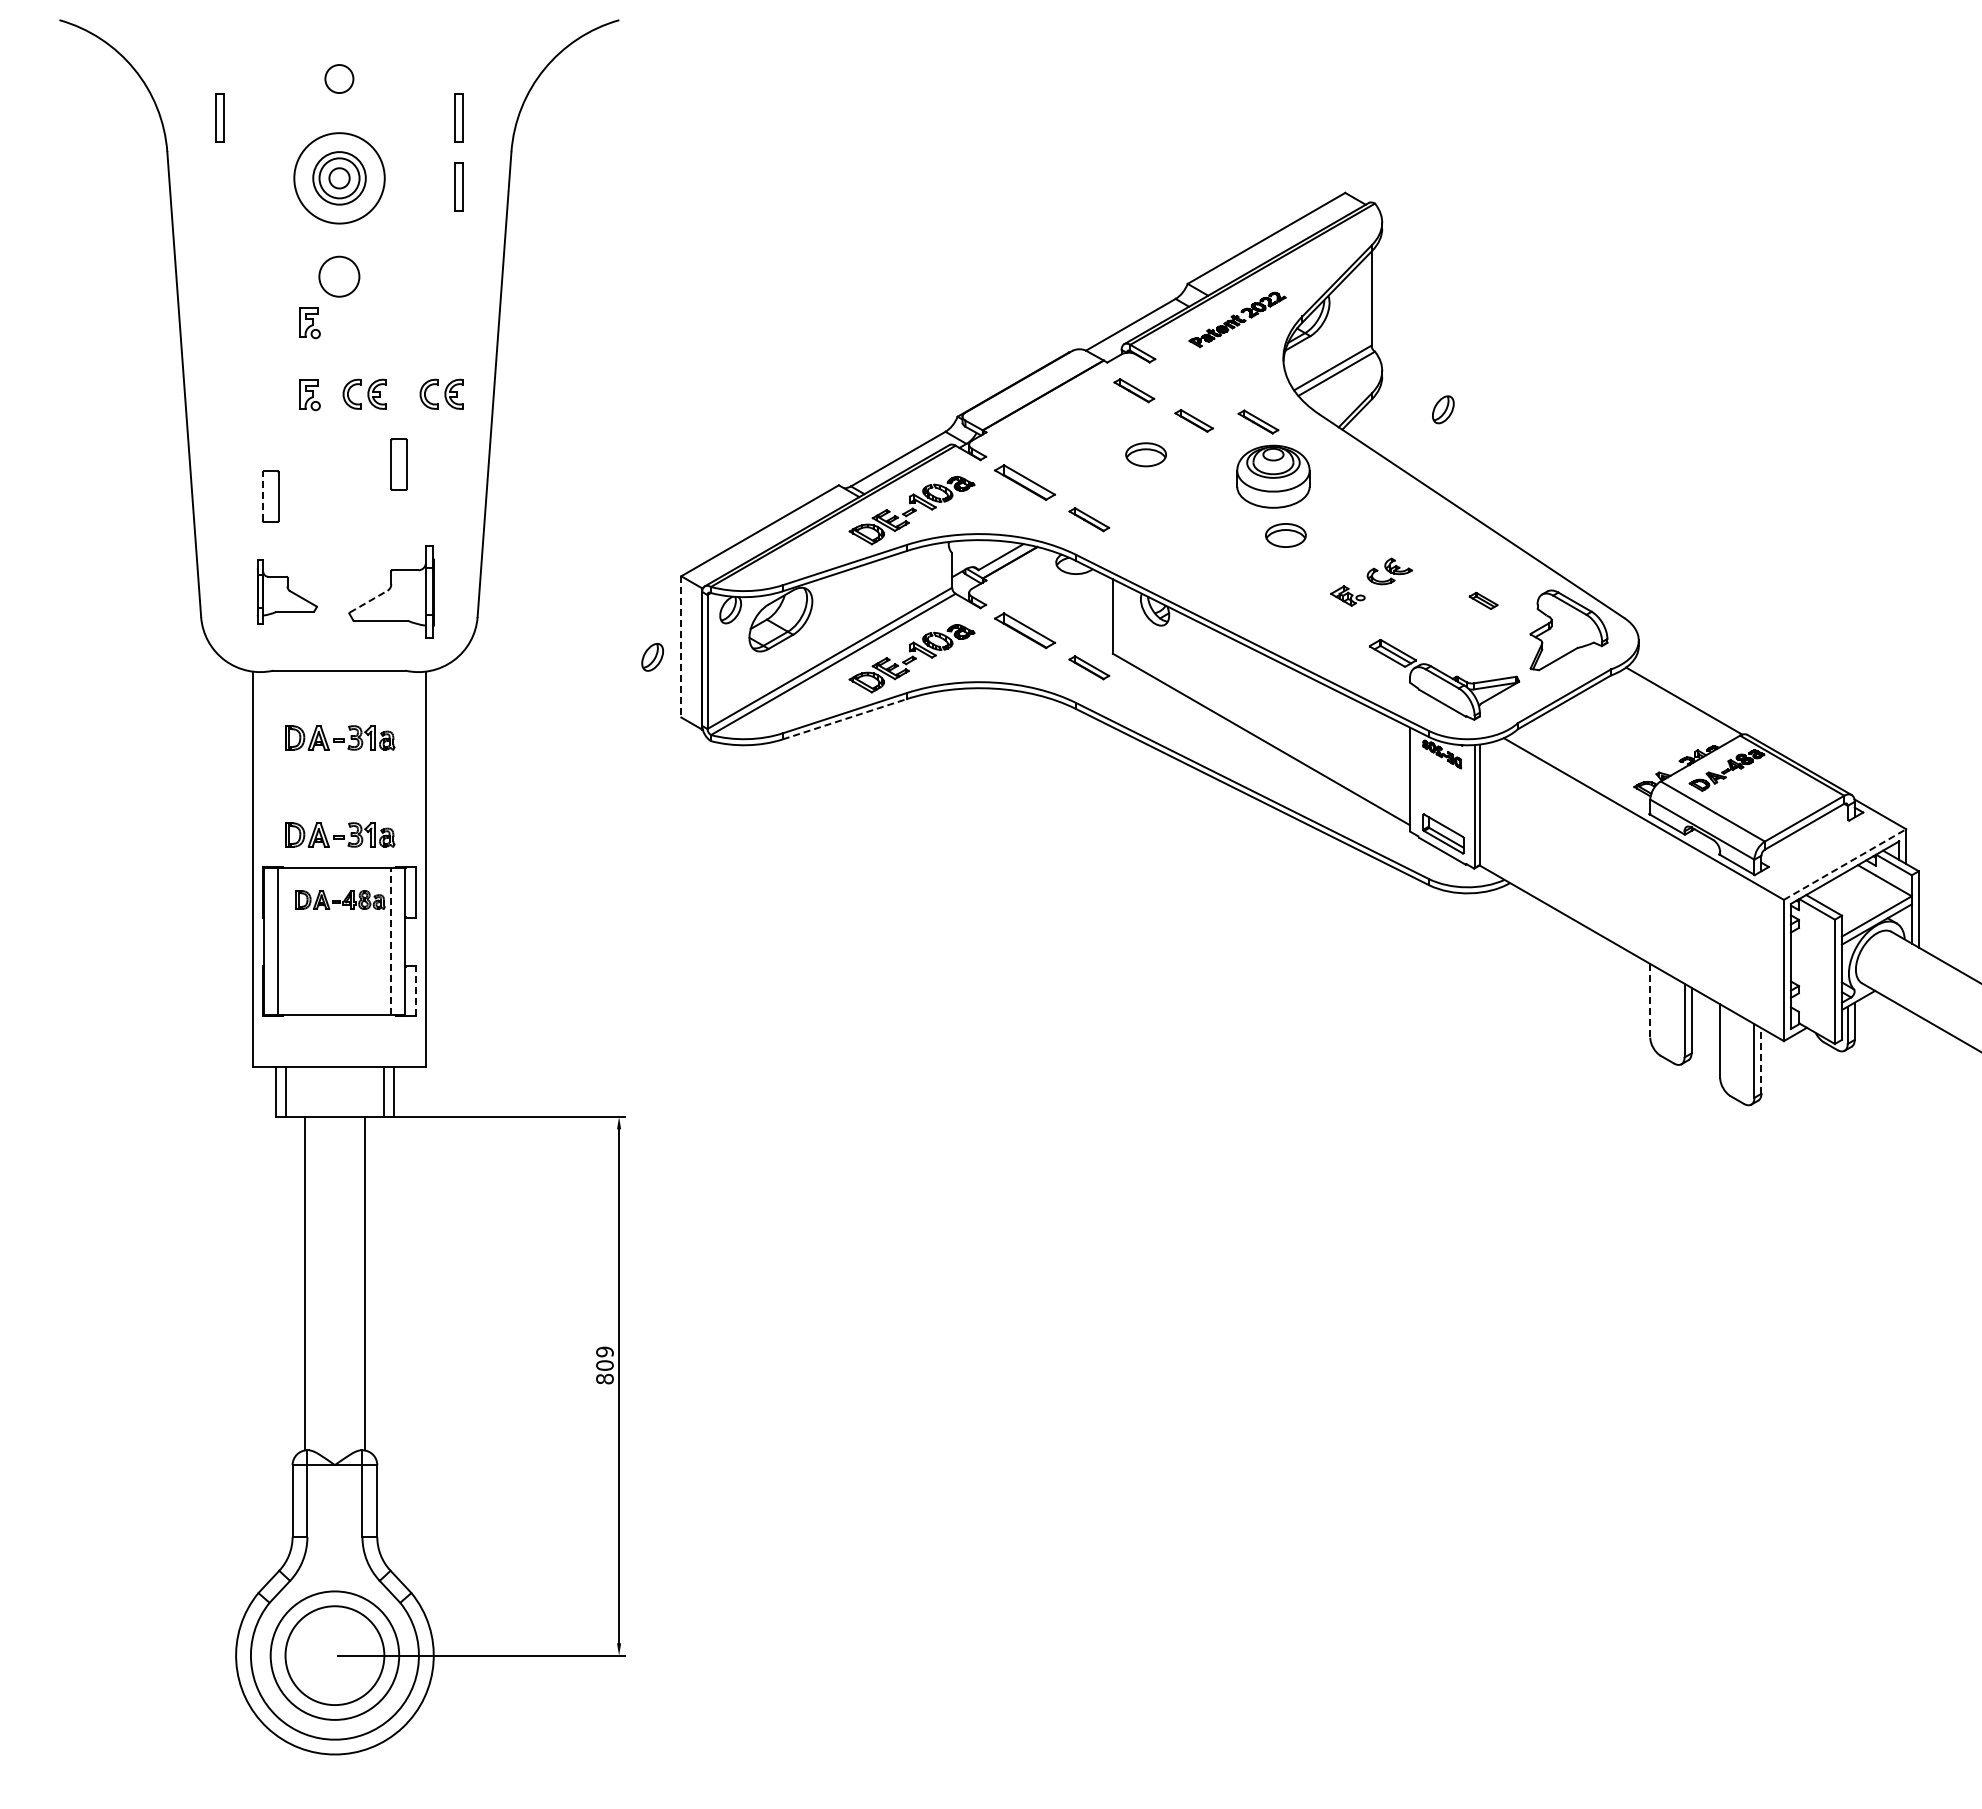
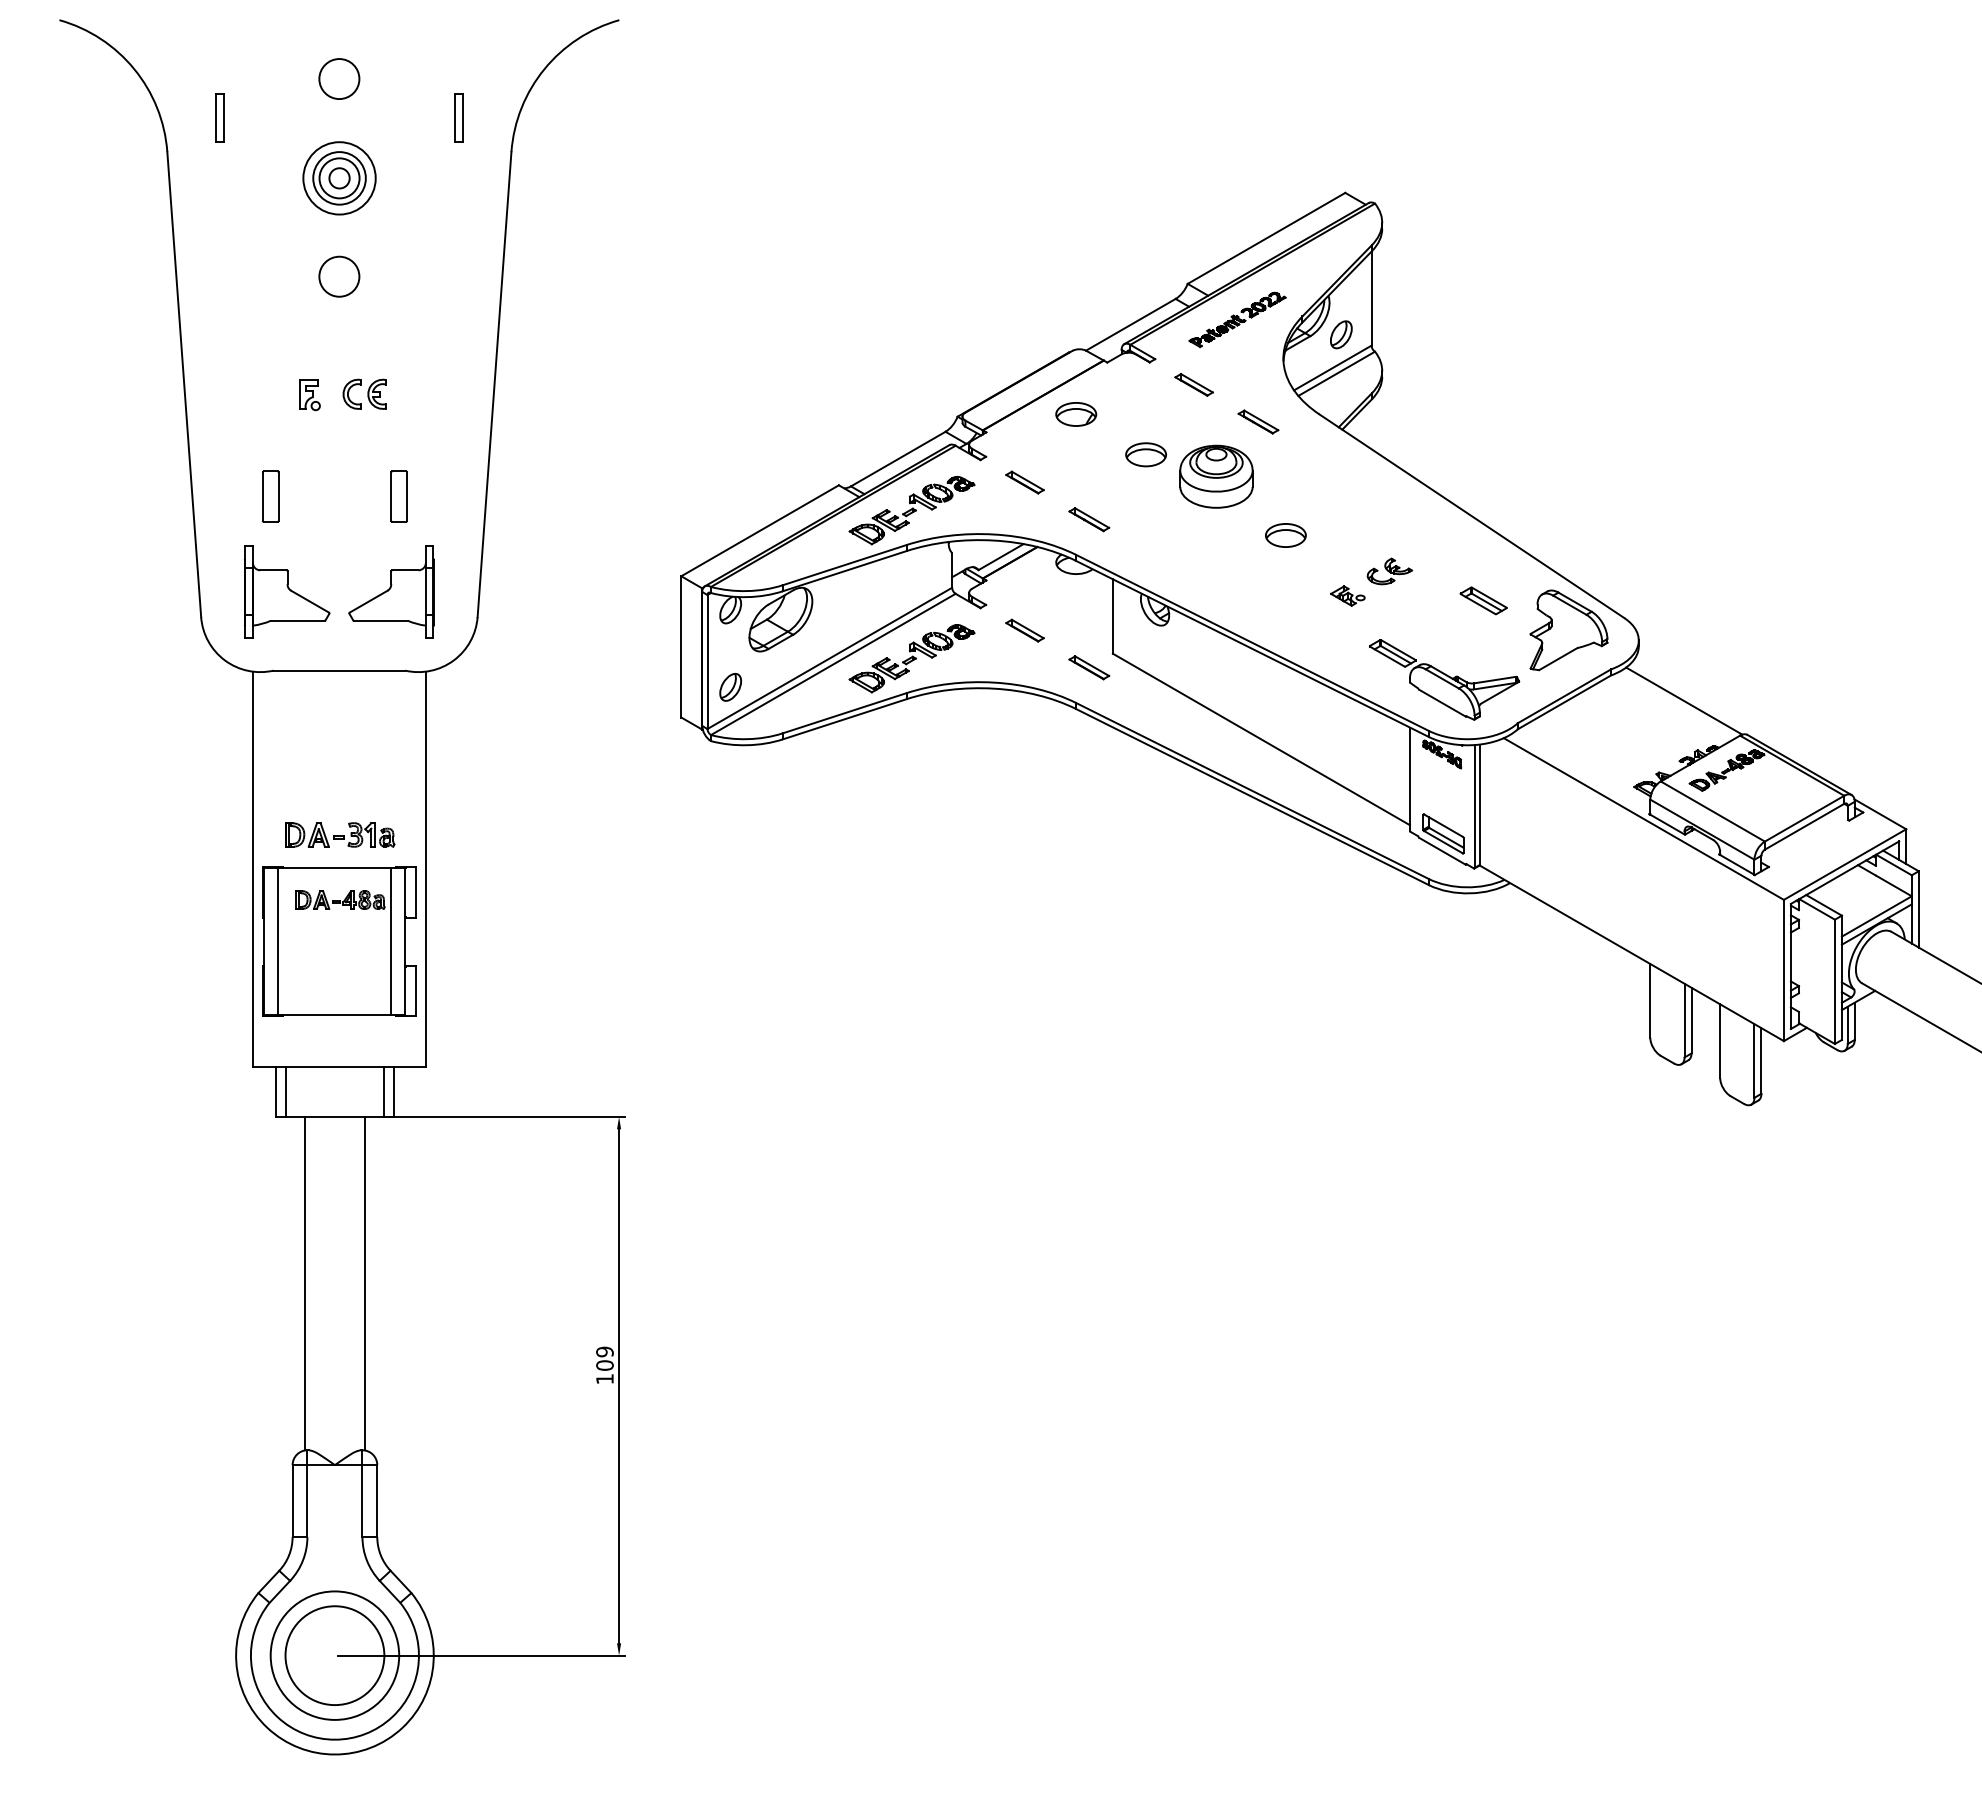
circle at (339, 78) size: 31x30 px -> 43x42 px
circle at (339, 178) diameter: 90 px -> 72 px
part at (458, 186): present -> none
part at (309, 323): present -> none
part at (1134, 390): present -> none
part at (441, 393): present -> none
part at (1443, 409) position: (1443, 409) -> (1341, 334)
part at (1076, 414): none -> present
part at (1193, 420) position: (1193, 420) -> (1193, 384)
part at (398, 464) position: (398, 464) -> (398, 496)
part at (1273, 476) position: (1273, 476) -> (1216, 476)
part at (1025, 482) size: 63x37 px -> 40x25 px
line at (262, 496): dashed -> solid
part at (286, 591) size: 62x66 px -> 87x94 px
part at (1483, 600) size: 31x19 px -> 49x30 px
line at (368, 601): dashed -> solid
part at (1024, 630) size: 62x38 px -> 40x25 px
line at (681, 646): dashed -> solid
part at (652, 657) position: (652, 657) -> (730, 687)
line at (845, 719): dashed -> solid
part at (340, 737): present -> none
line at (1845, 864): dashed -> solid
line at (390, 941): dashed -> solid
line at (416, 990): dashed -> solid
line at (1650, 1000): dashed -> solid
line at (1761, 1060): dashed -> solid
text at (604, 1378): 809 -> 109
